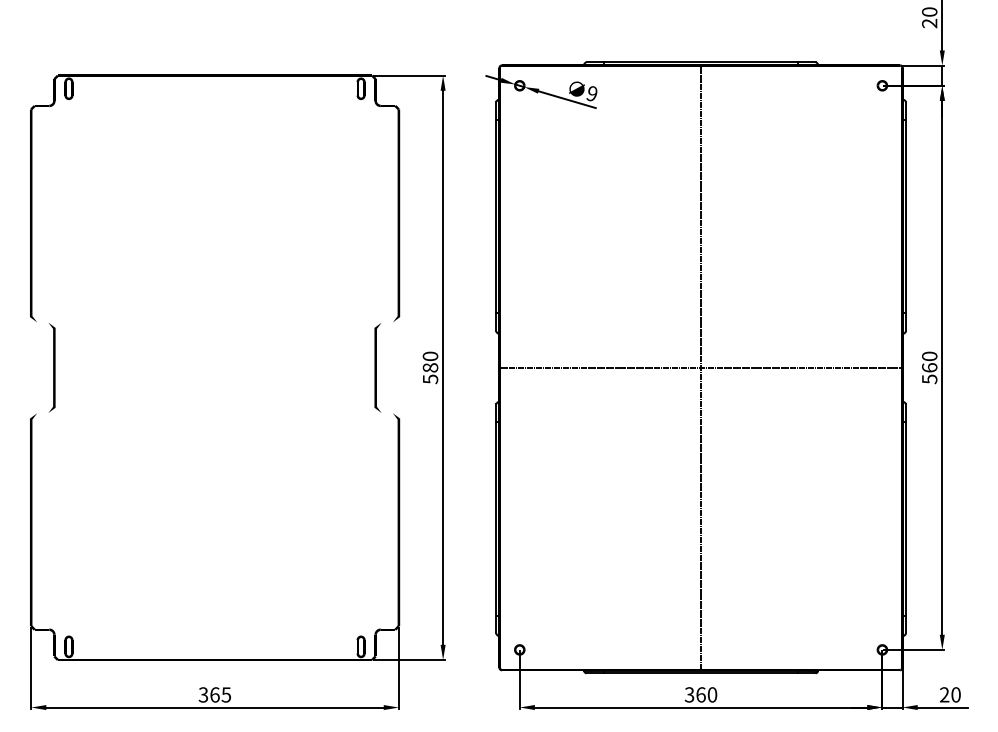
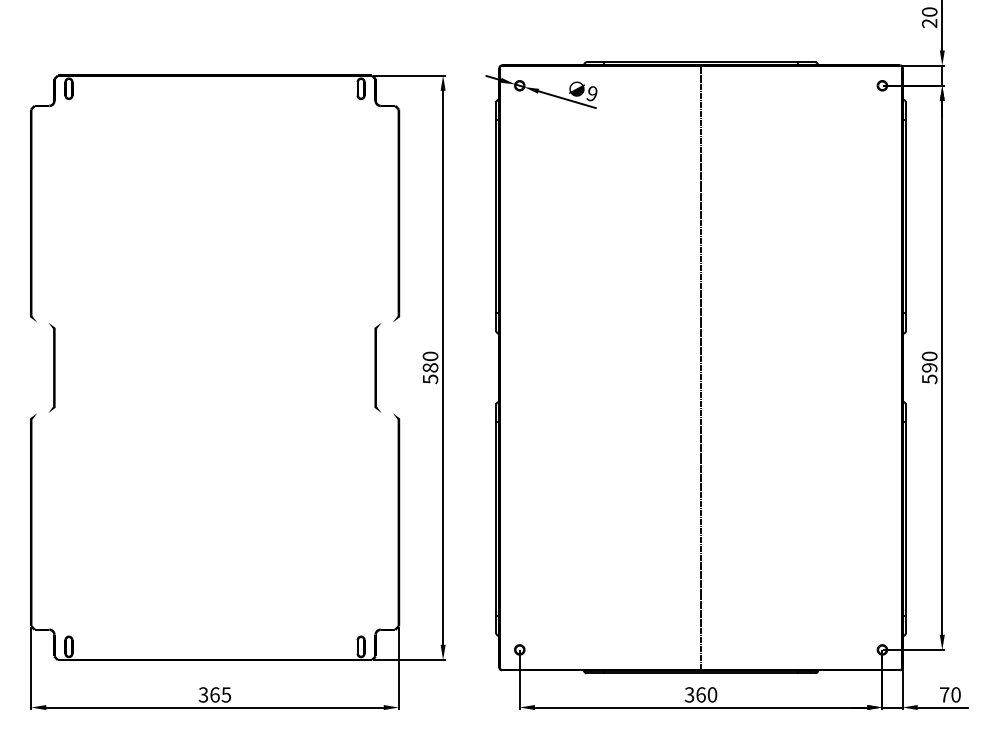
line at (700, 367): present -> none
text at (929, 367): 560 -> 590
text at (944, 694): 20 -> 70
